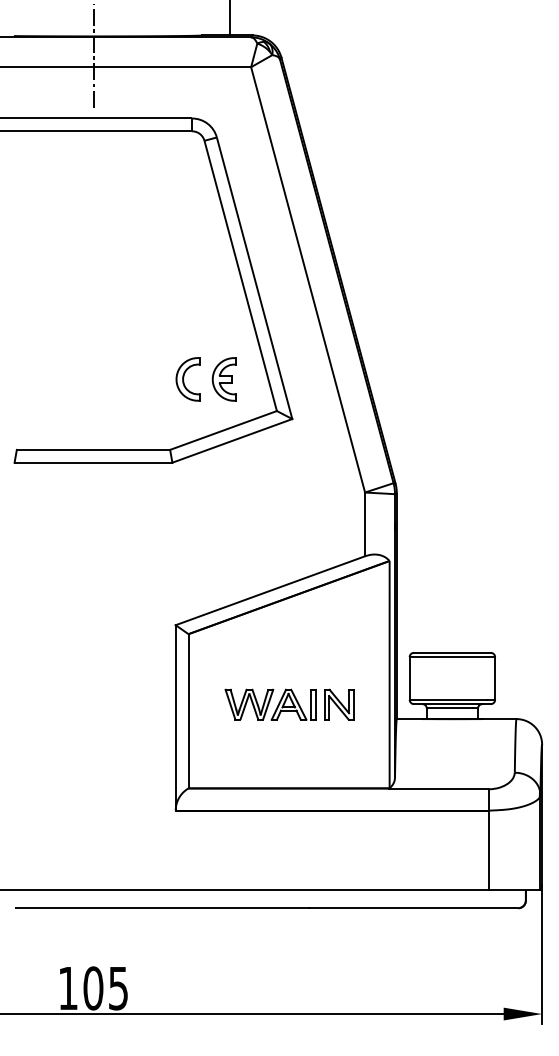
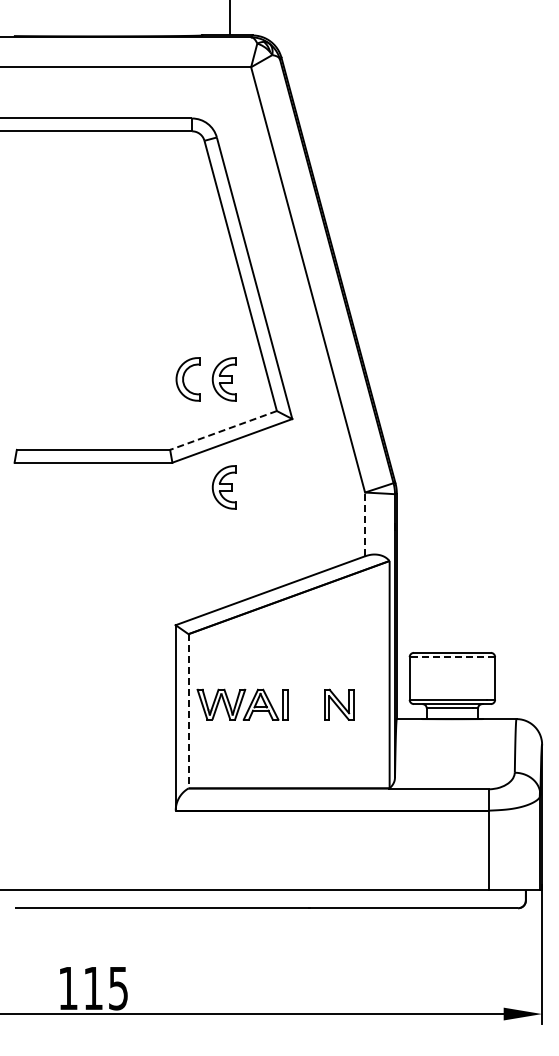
line at (93, 55): present -> none
line at (223, 430): solid -> dashed
part at (223, 487): none -> present
line at (365, 524): solid -> dashed
line at (452, 657): solid -> dashed
part at (270, 704) position: (270, 704) -> (242, 704)
line at (188, 711): solid -> dashed
text at (93, 988): 105 -> 115
